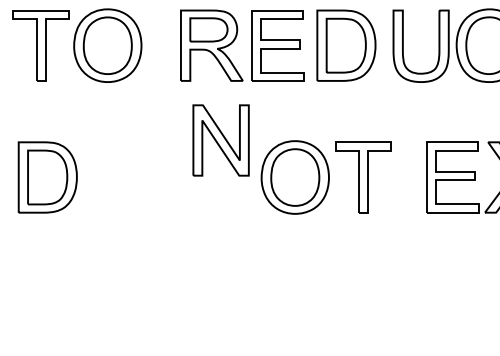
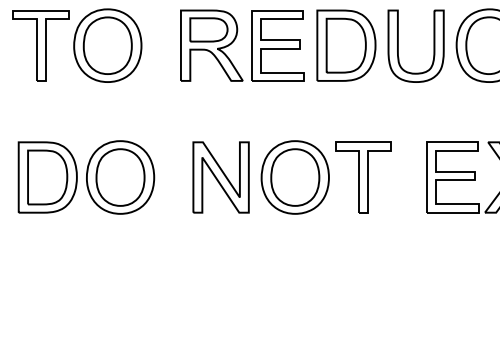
part at (403, 45) position: (403, 45) -> (398, 45)
part at (220, 140) position: (220, 140) -> (220, 177)
part at (120, 177): none -> present
